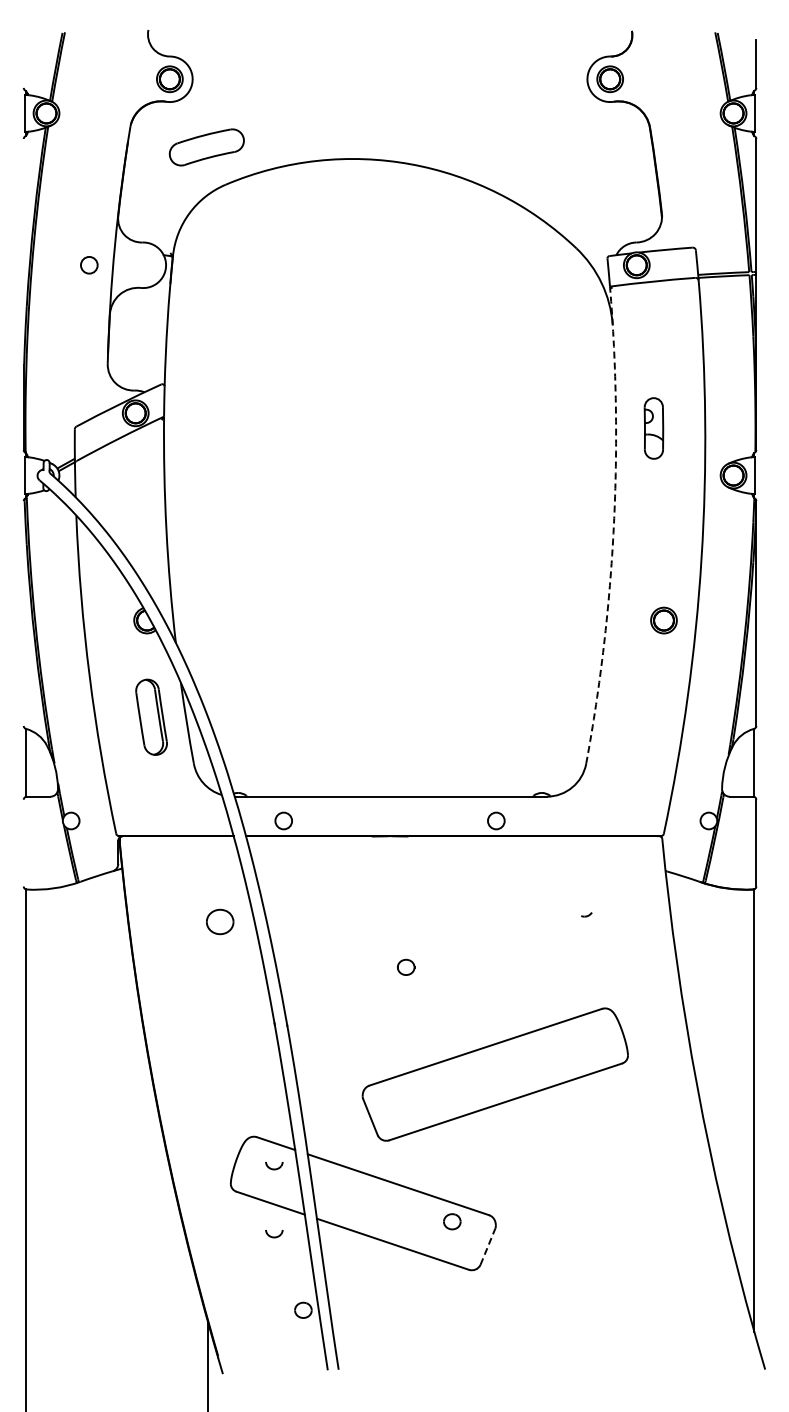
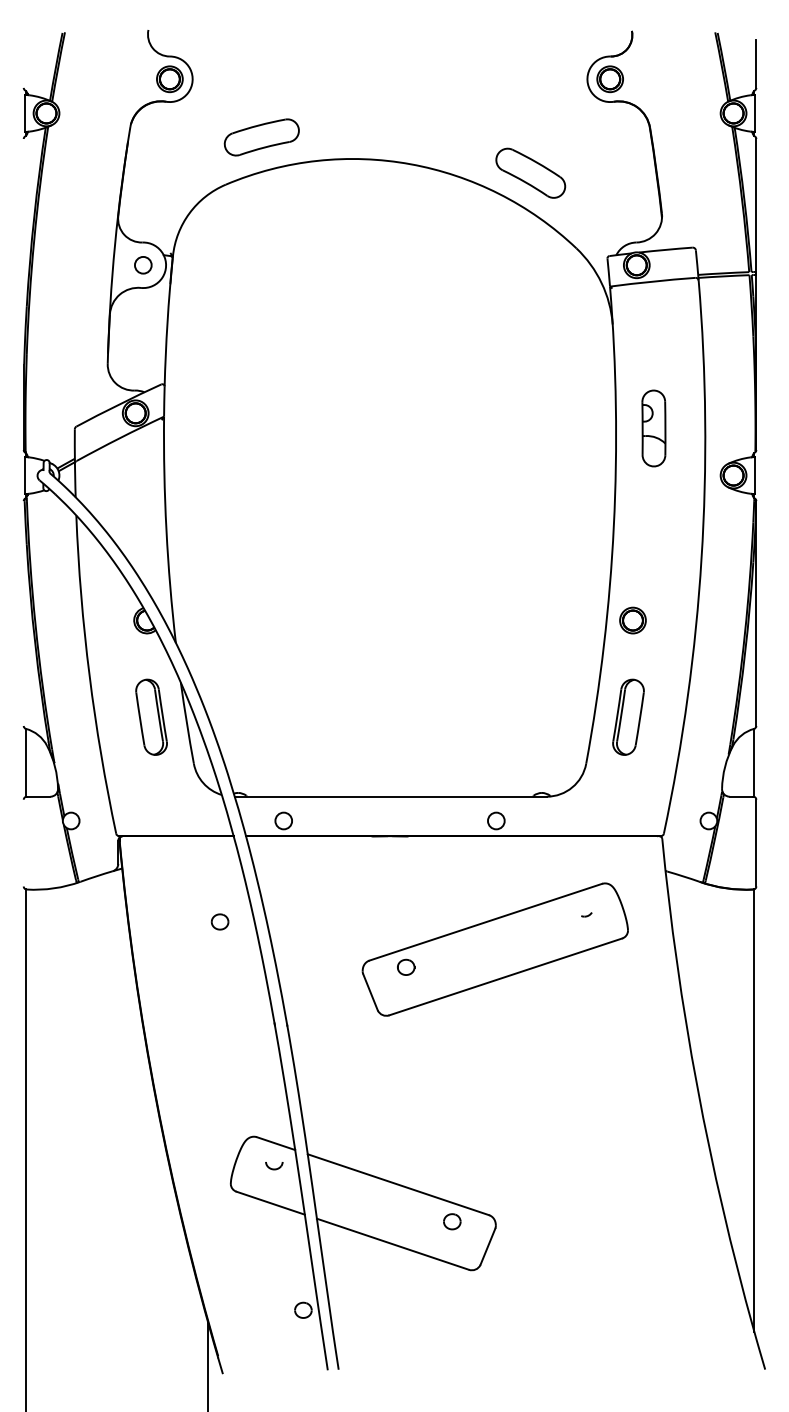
part at (206, 147) position: (206, 147) -> (261, 137)
part at (530, 172): none -> present
circle at (89, 265) position: (89, 265) -> (143, 265)
part at (653, 428) size: 22x63 px -> 26x79 px
arc at (613, 525): dashed -> solid
part at (663, 620) position: (663, 620) -> (632, 620)
part at (628, 716): none -> present
part at (220, 921) size: 29x28 px -> 20x18 px
part at (494, 1074) position: (494, 1074) -> (494, 949)
part at (274, 1234): present -> none
line at (487, 1246): dashed -> solid
